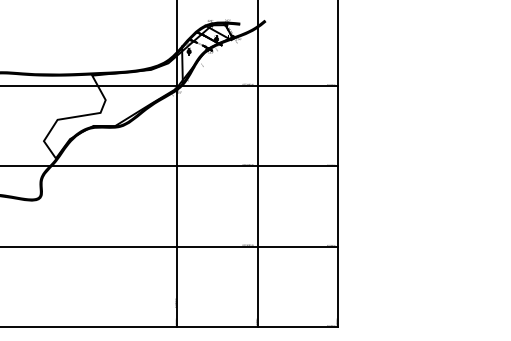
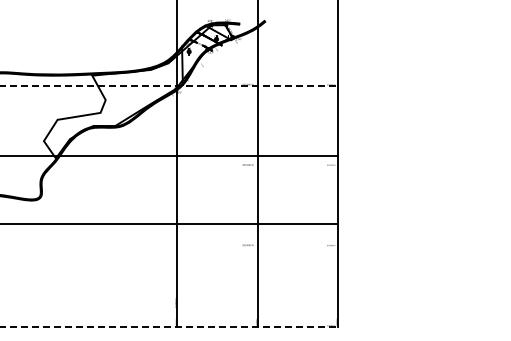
line at (169, 85): solid -> dashed
line at (169, 166) position: (169, 166) -> (169, 156)
line at (169, 246) position: (169, 246) -> (169, 223)
line at (169, 326): solid -> dashed
